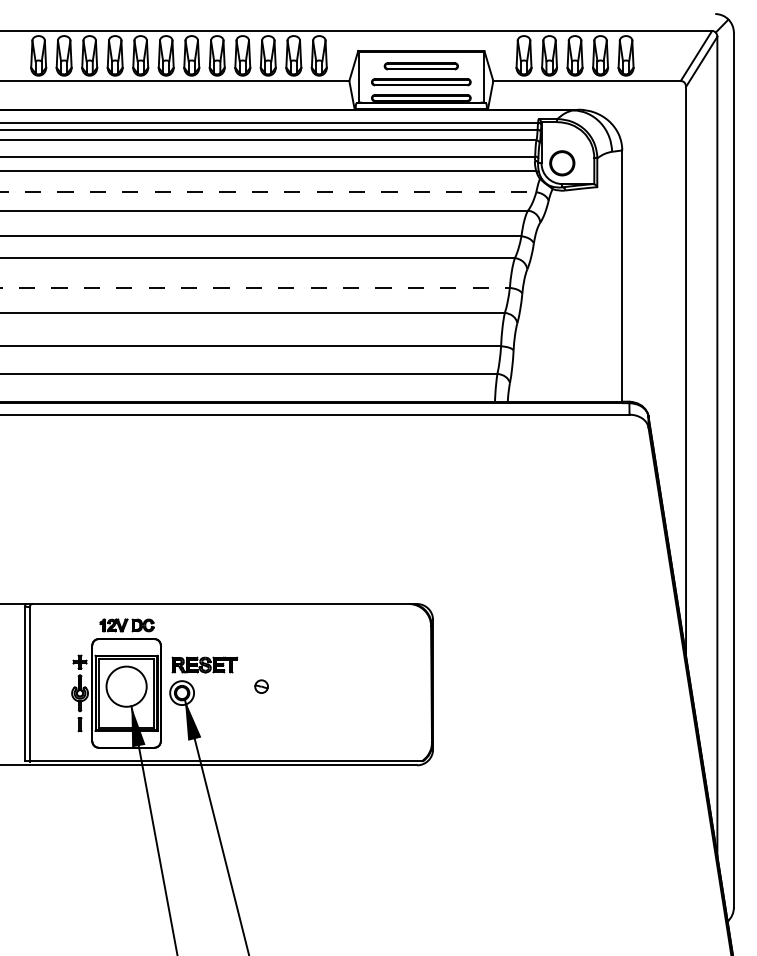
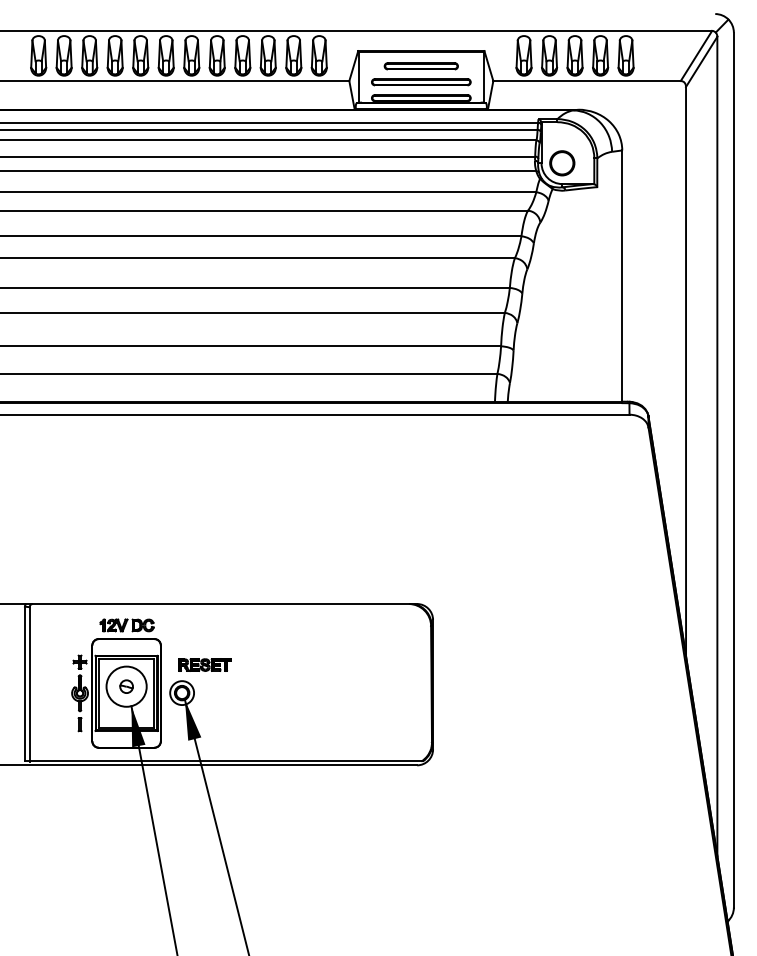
line at (268, 192): dashed -> solid
line at (255, 287): dashed -> solid
part at (204, 664) size: 68x18 px -> 54x14 px
part at (261, 686) position: (261, 686) -> (126, 686)
